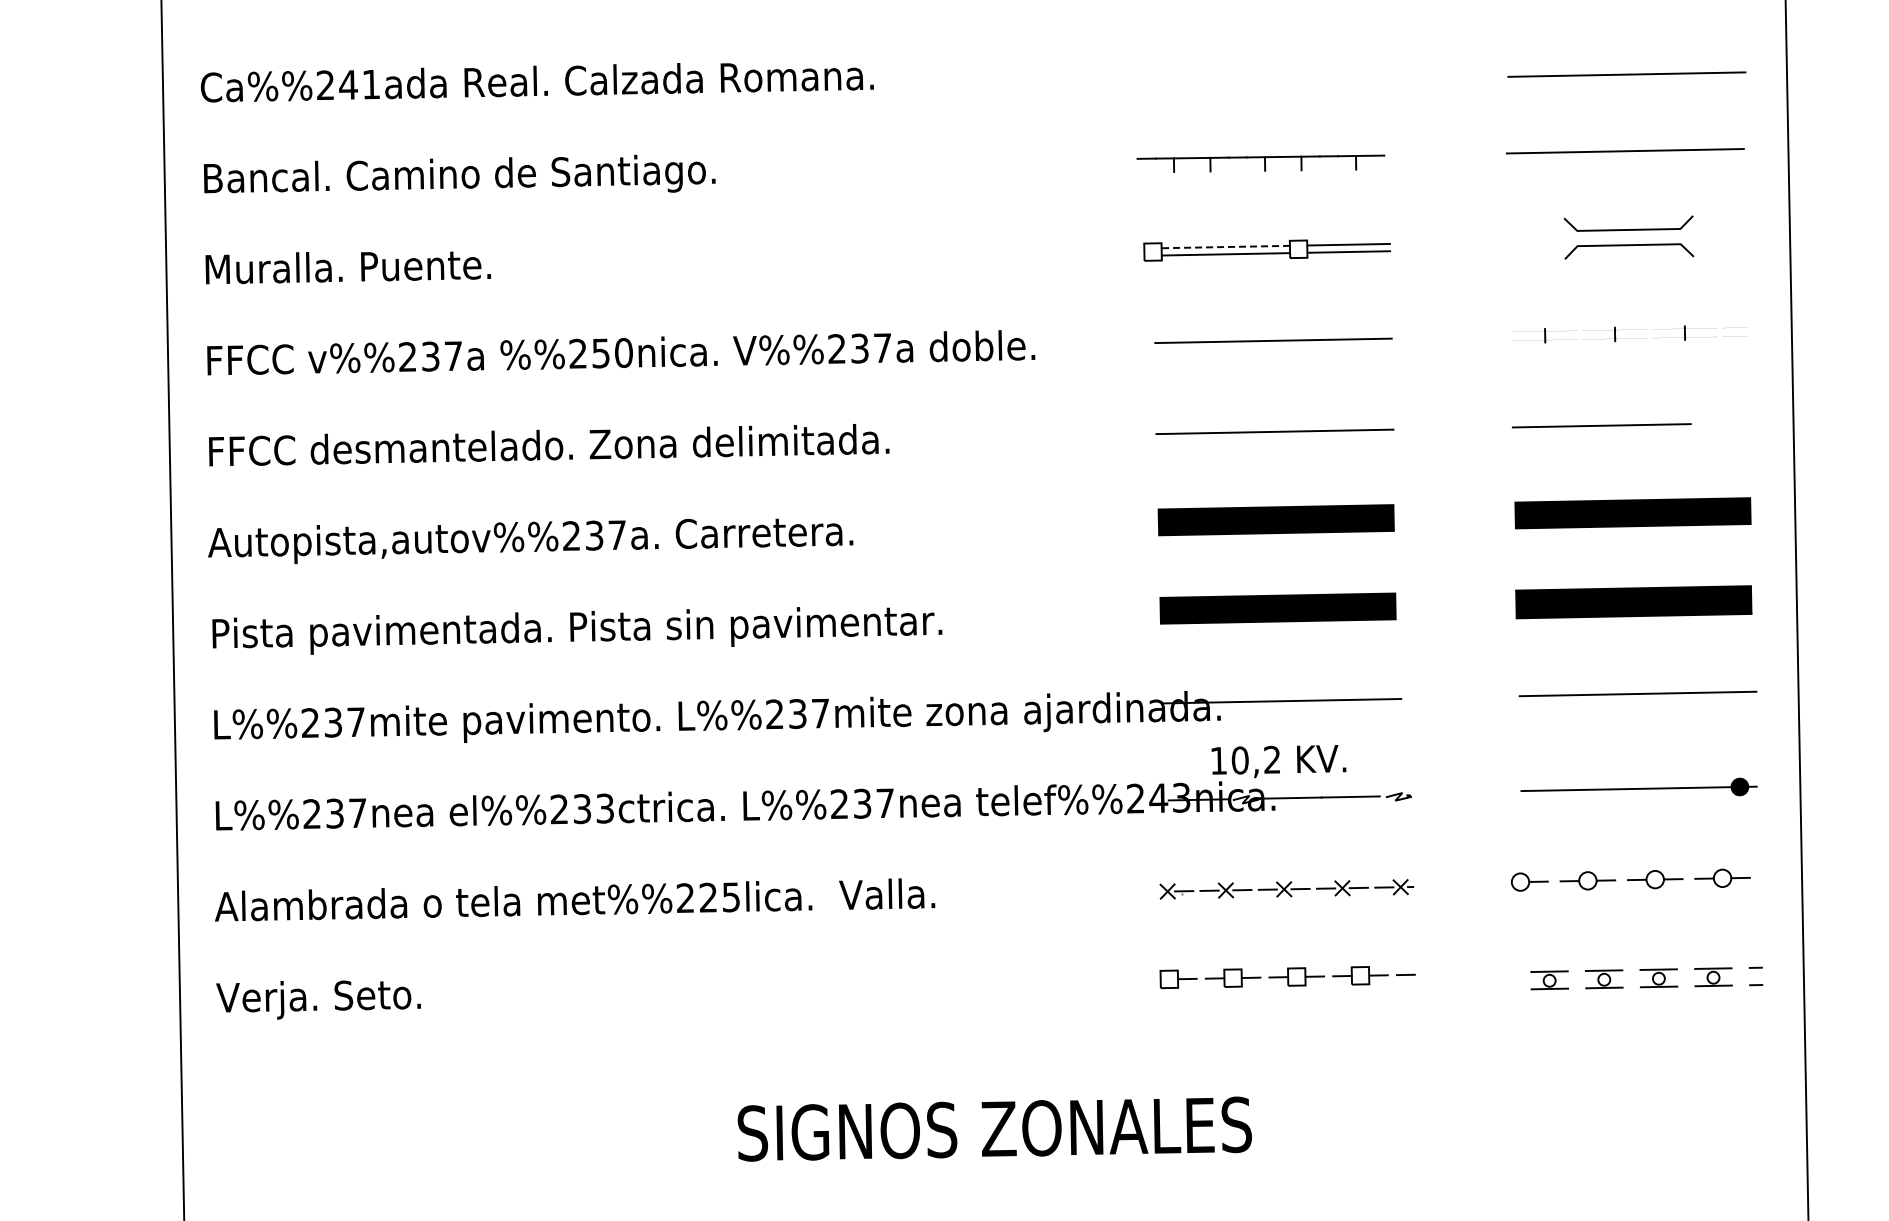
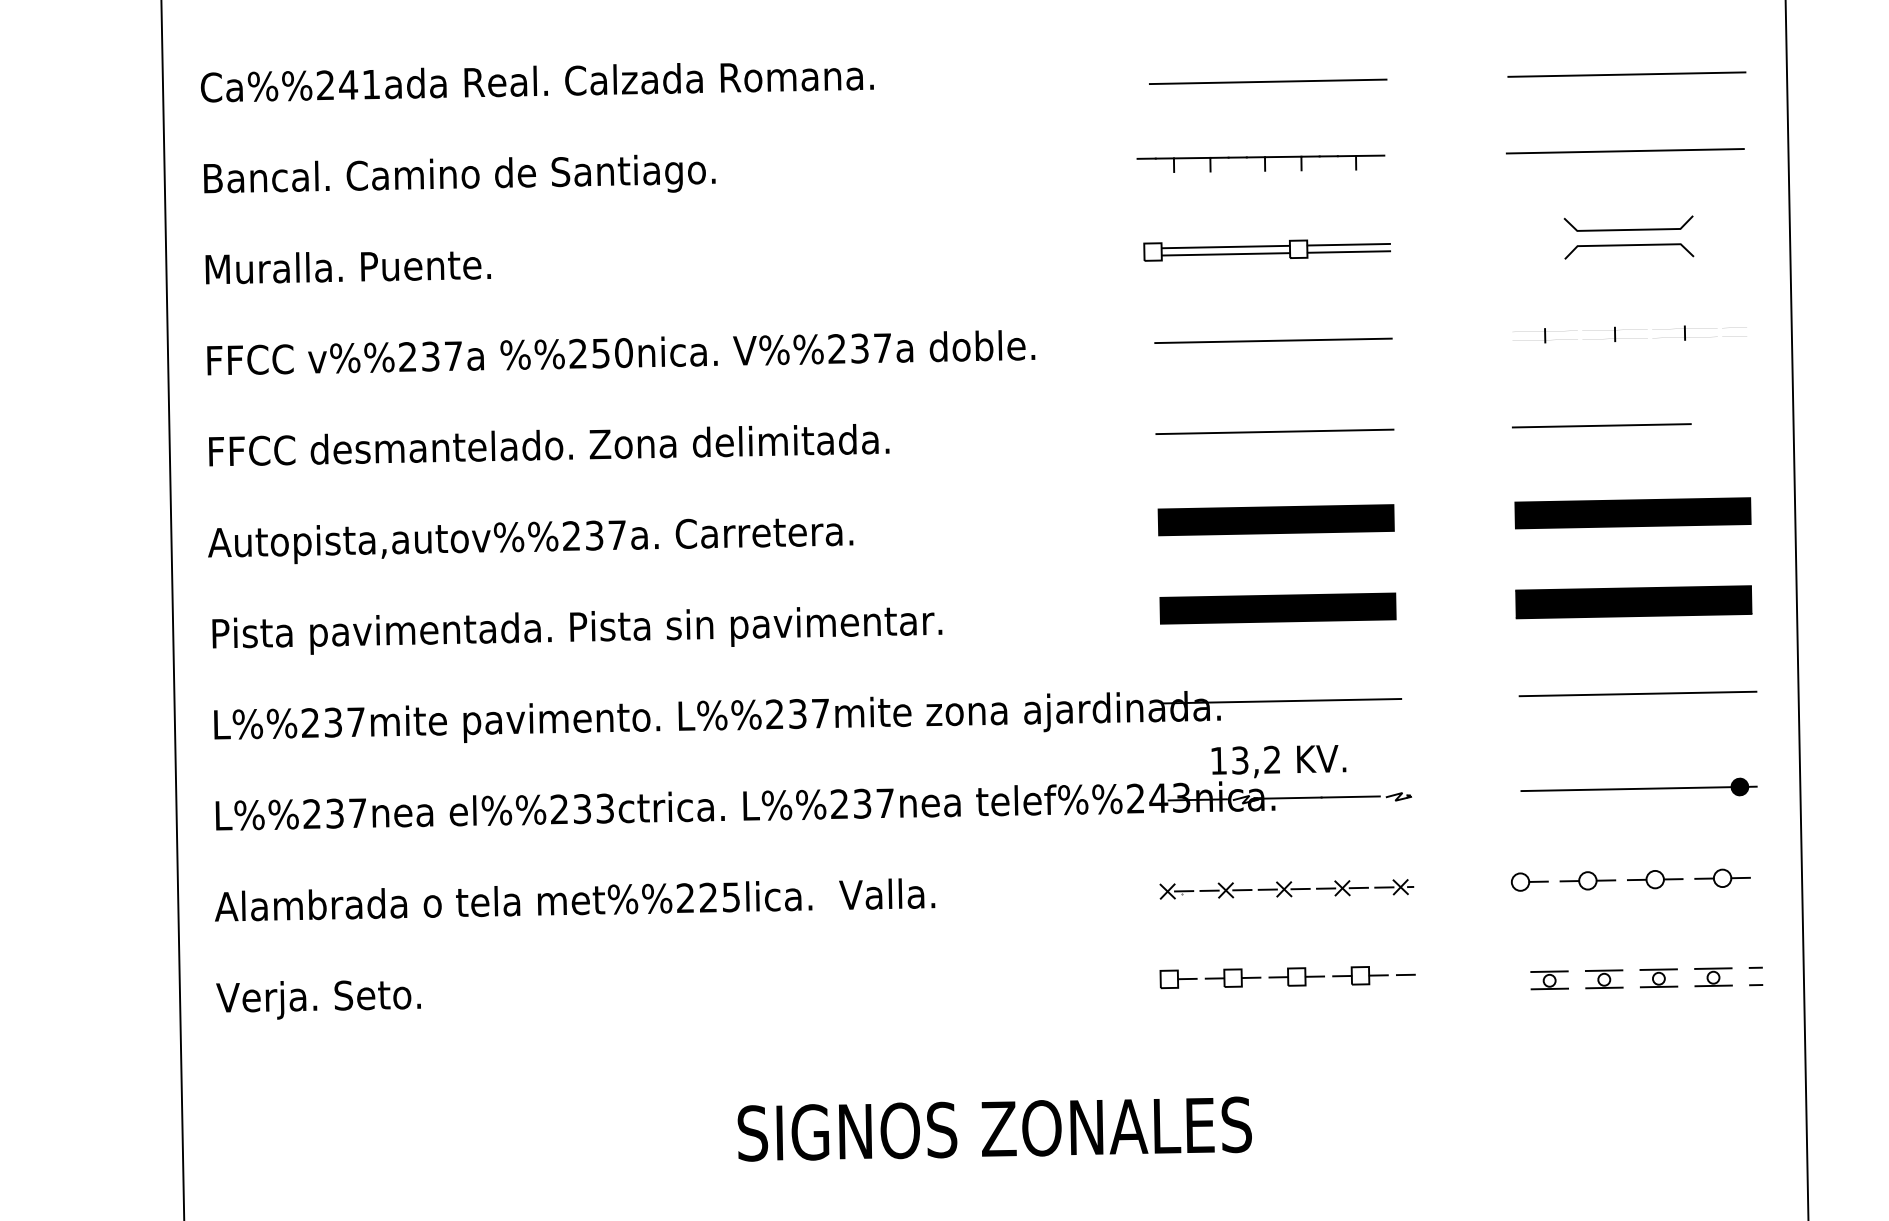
line at (1267, 81): none -> present
line at (1225, 247): dashed -> solid
text at (1239, 760): 10,2 -> 13,2
